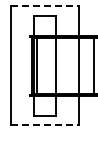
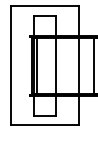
line at (45, 6): dashed -> solid
line at (45, 125): dashed -> solid
